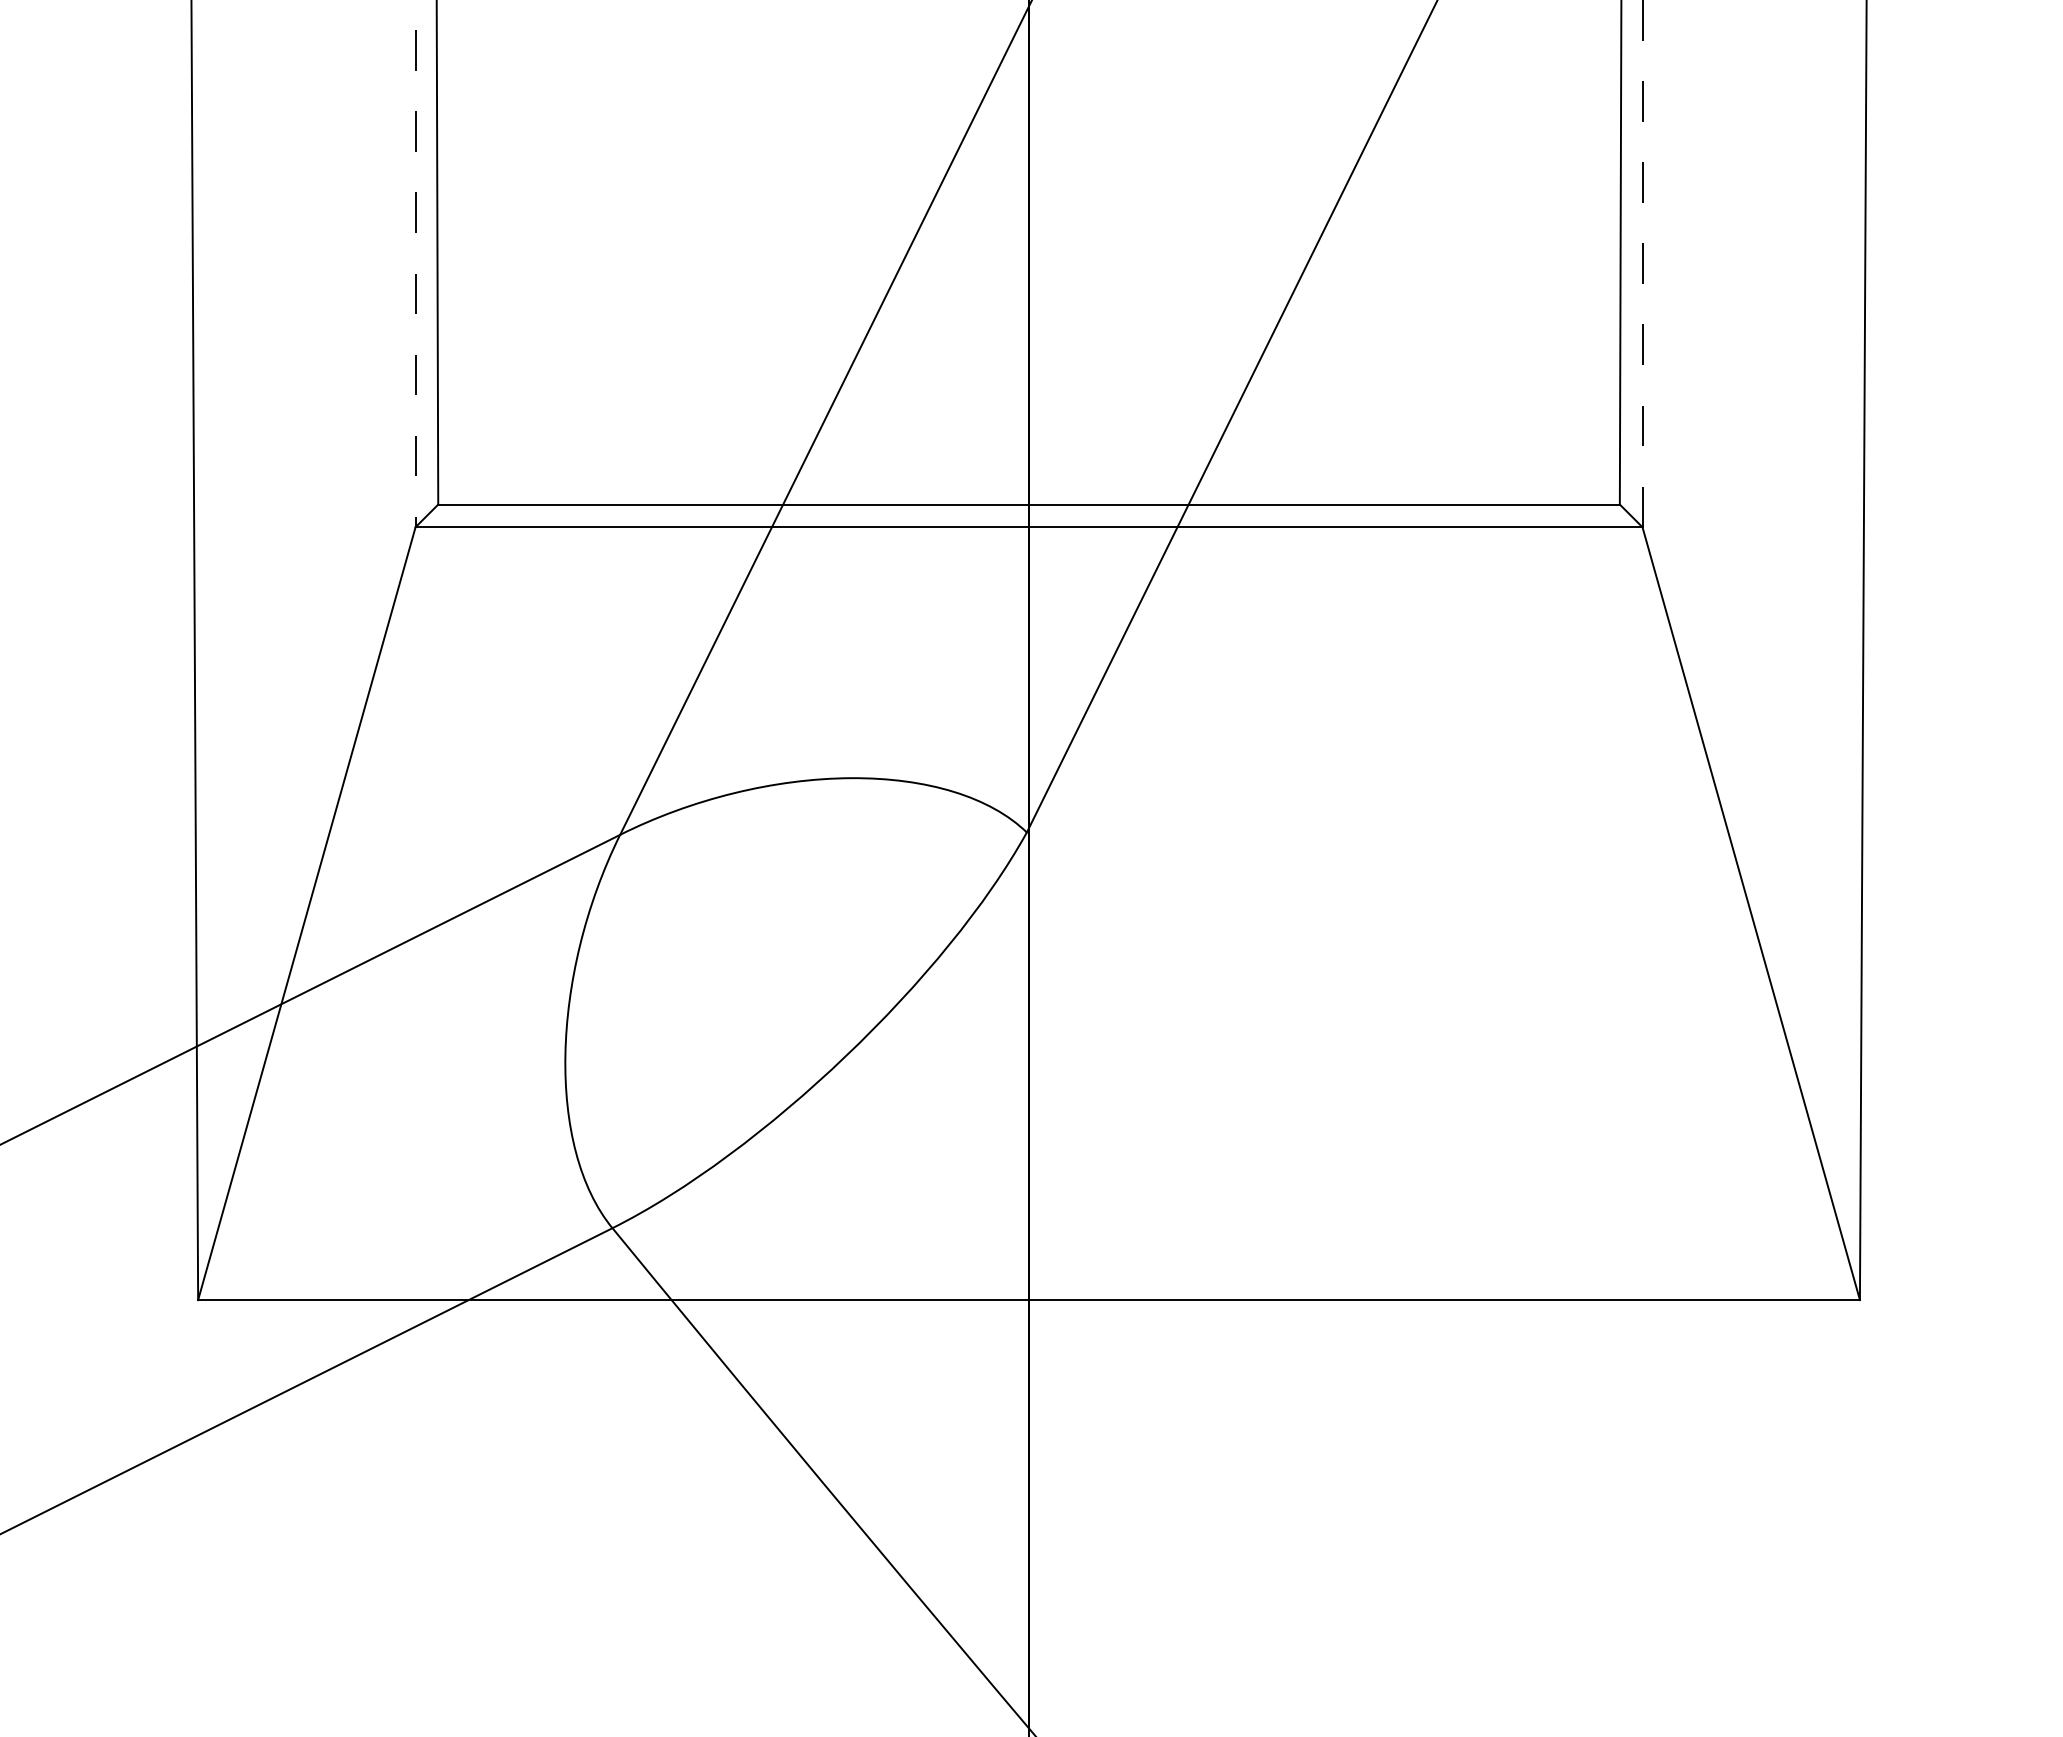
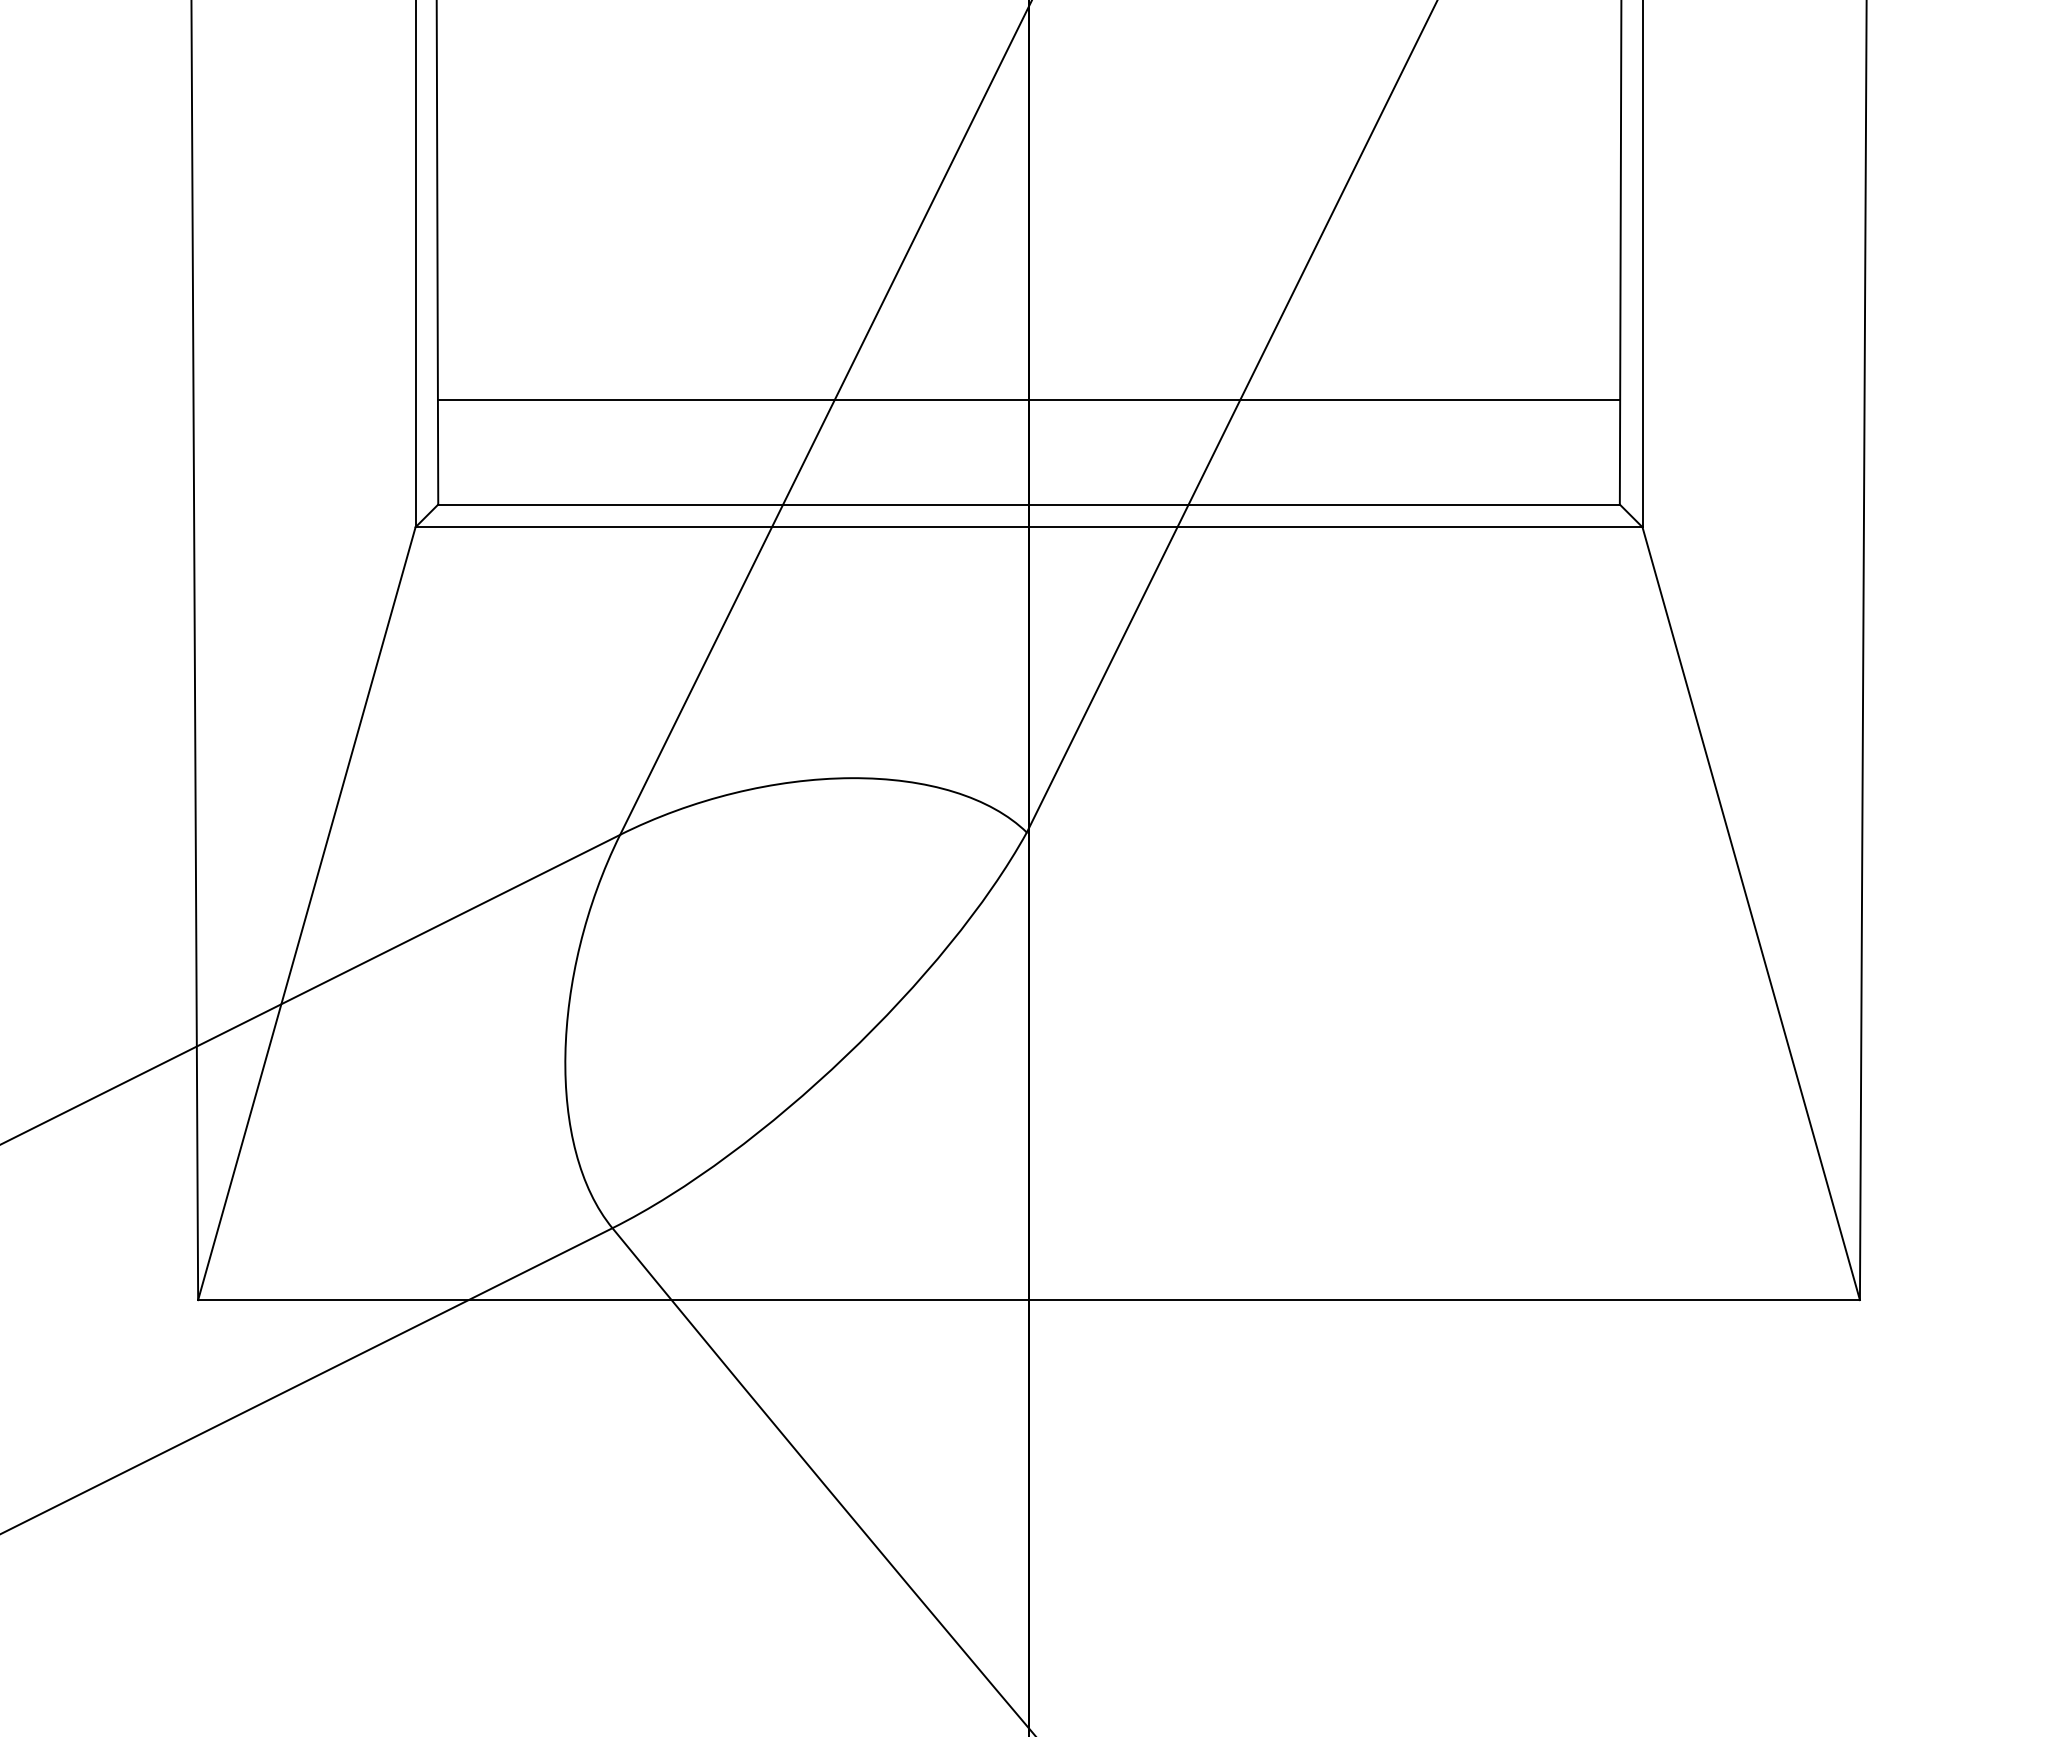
line at (1642, 263): dashed -> solid
line at (415, 264): dashed -> solid
line at (1028, 400): none -> present
